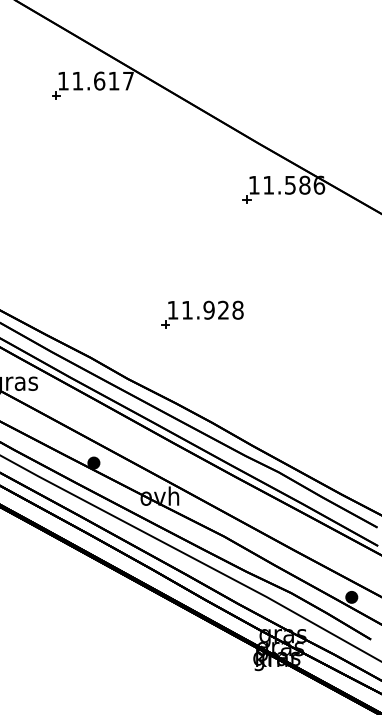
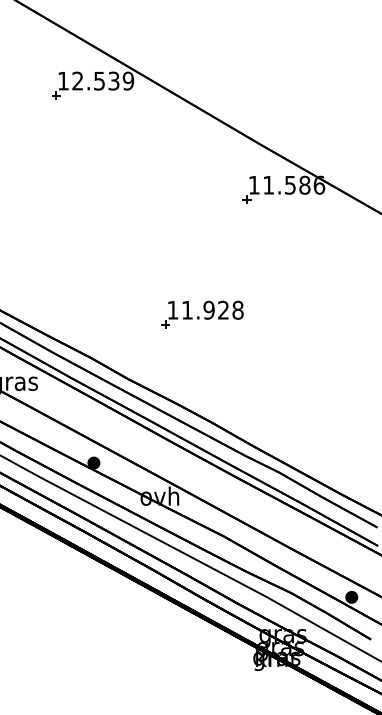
text at (103, 80): 11.617 -> 12.539
